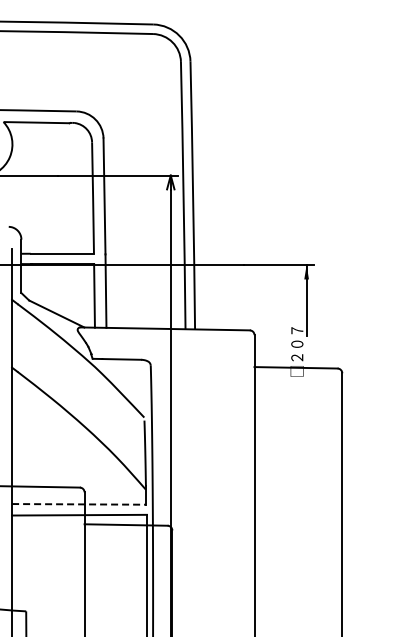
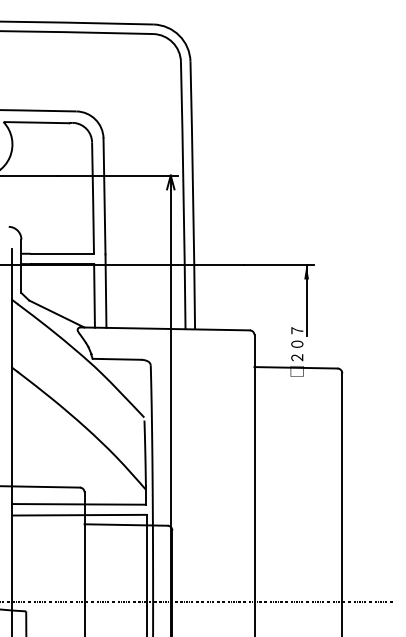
line at (79, 504): dashed -> solid
line at (197, 602): none -> present
